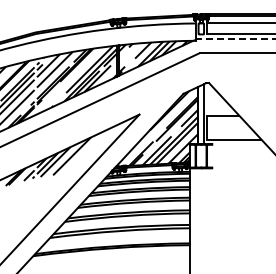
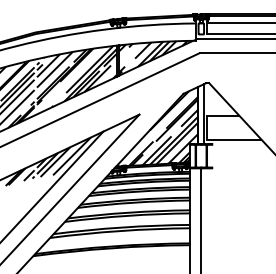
line at (235, 39): dashed -> solid
line at (52, 185): none -> present
line at (201, 219): none -> present
